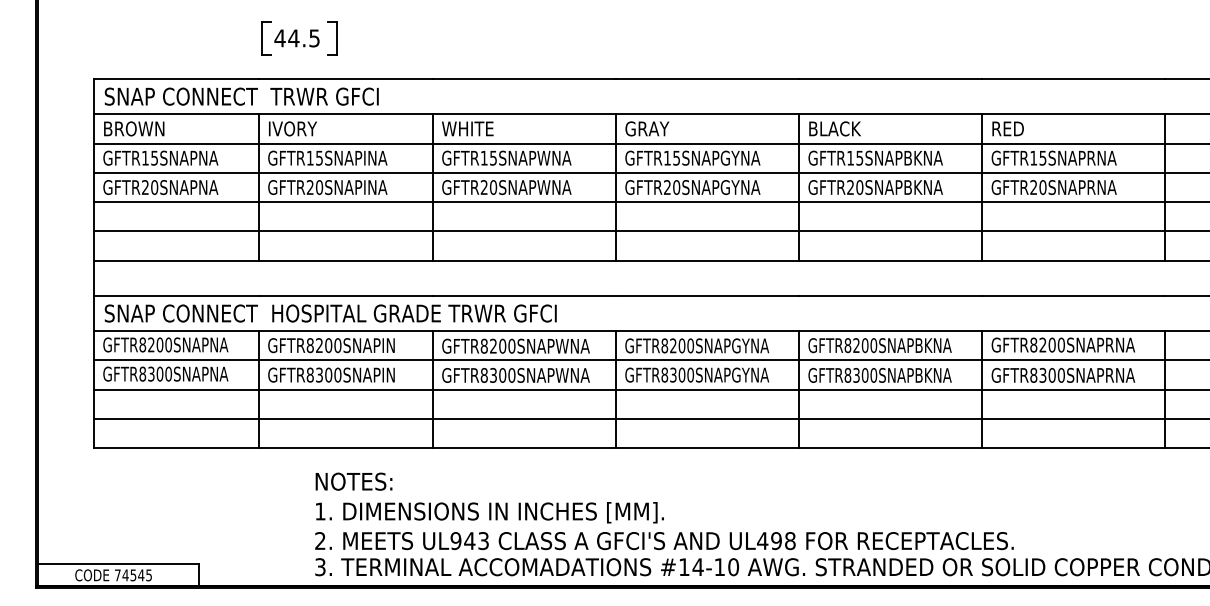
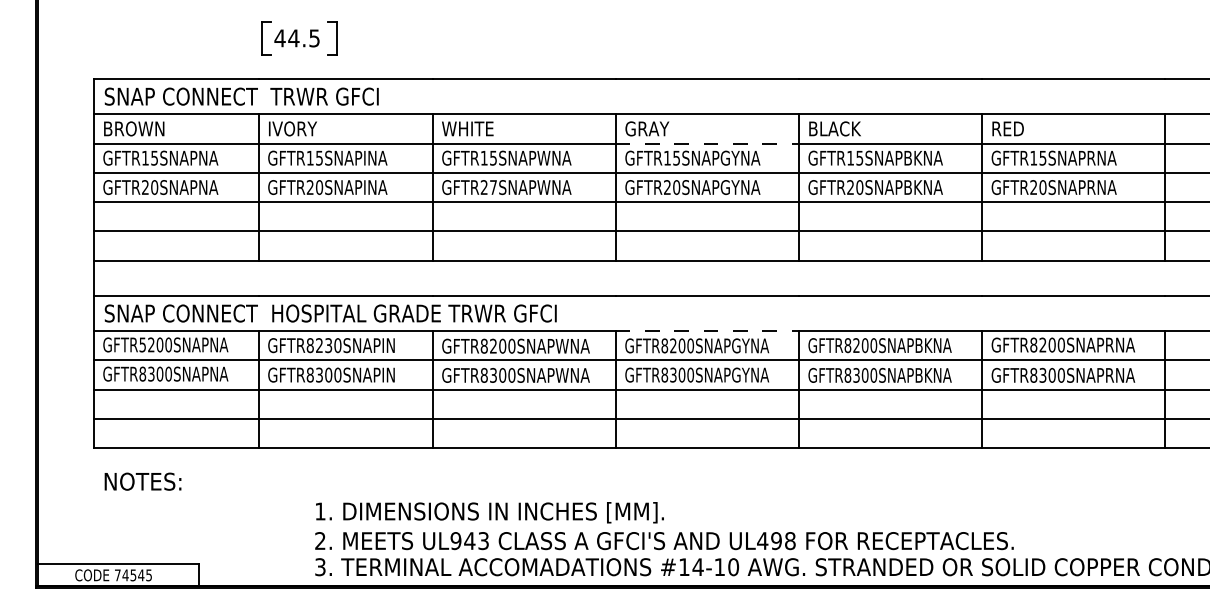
line at (707, 143): solid -> dashed
text at (493, 187): GFTR20SNAPWNA -> GFTR27SNAPWNA
line at (707, 331): solid -> dashed
text at (142, 344): GFTR8200SNAPNA -> GFTR5200SNAPNA
text at (328, 345): GFTR8200SNAPIN -> GFTR8230SNAPIN
text at (353, 481) position: (353, 481) -> (142, 481)
